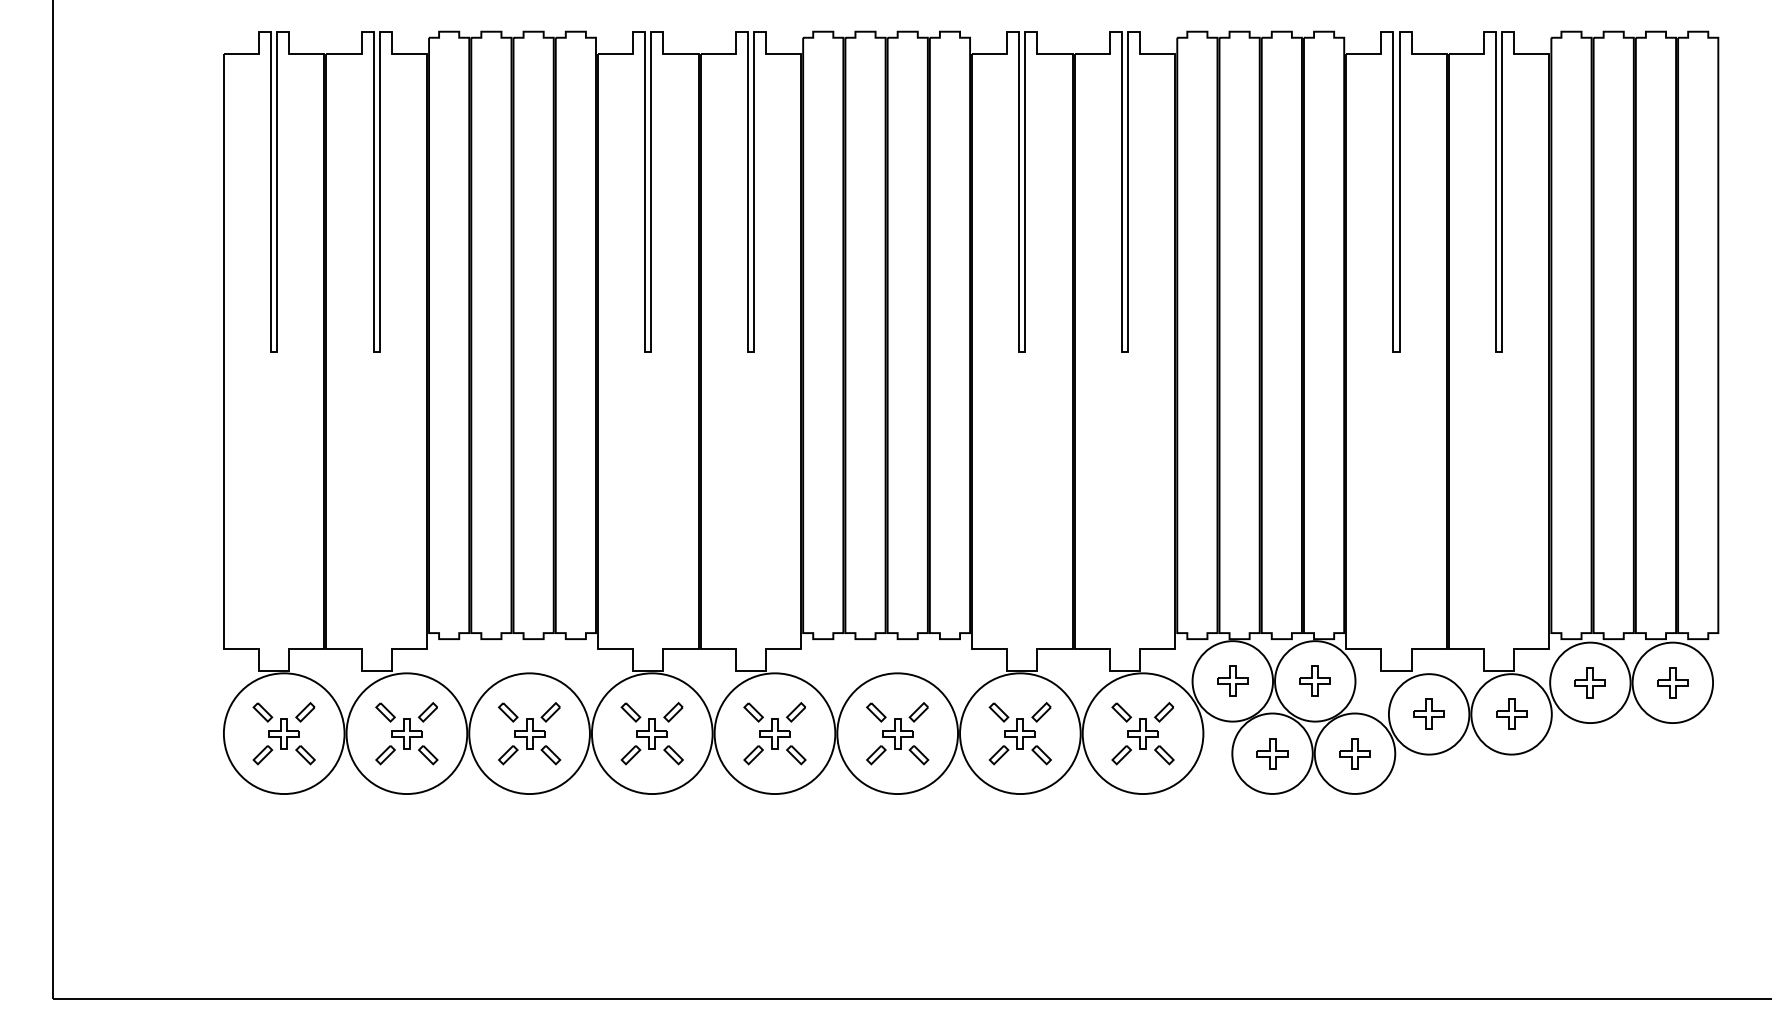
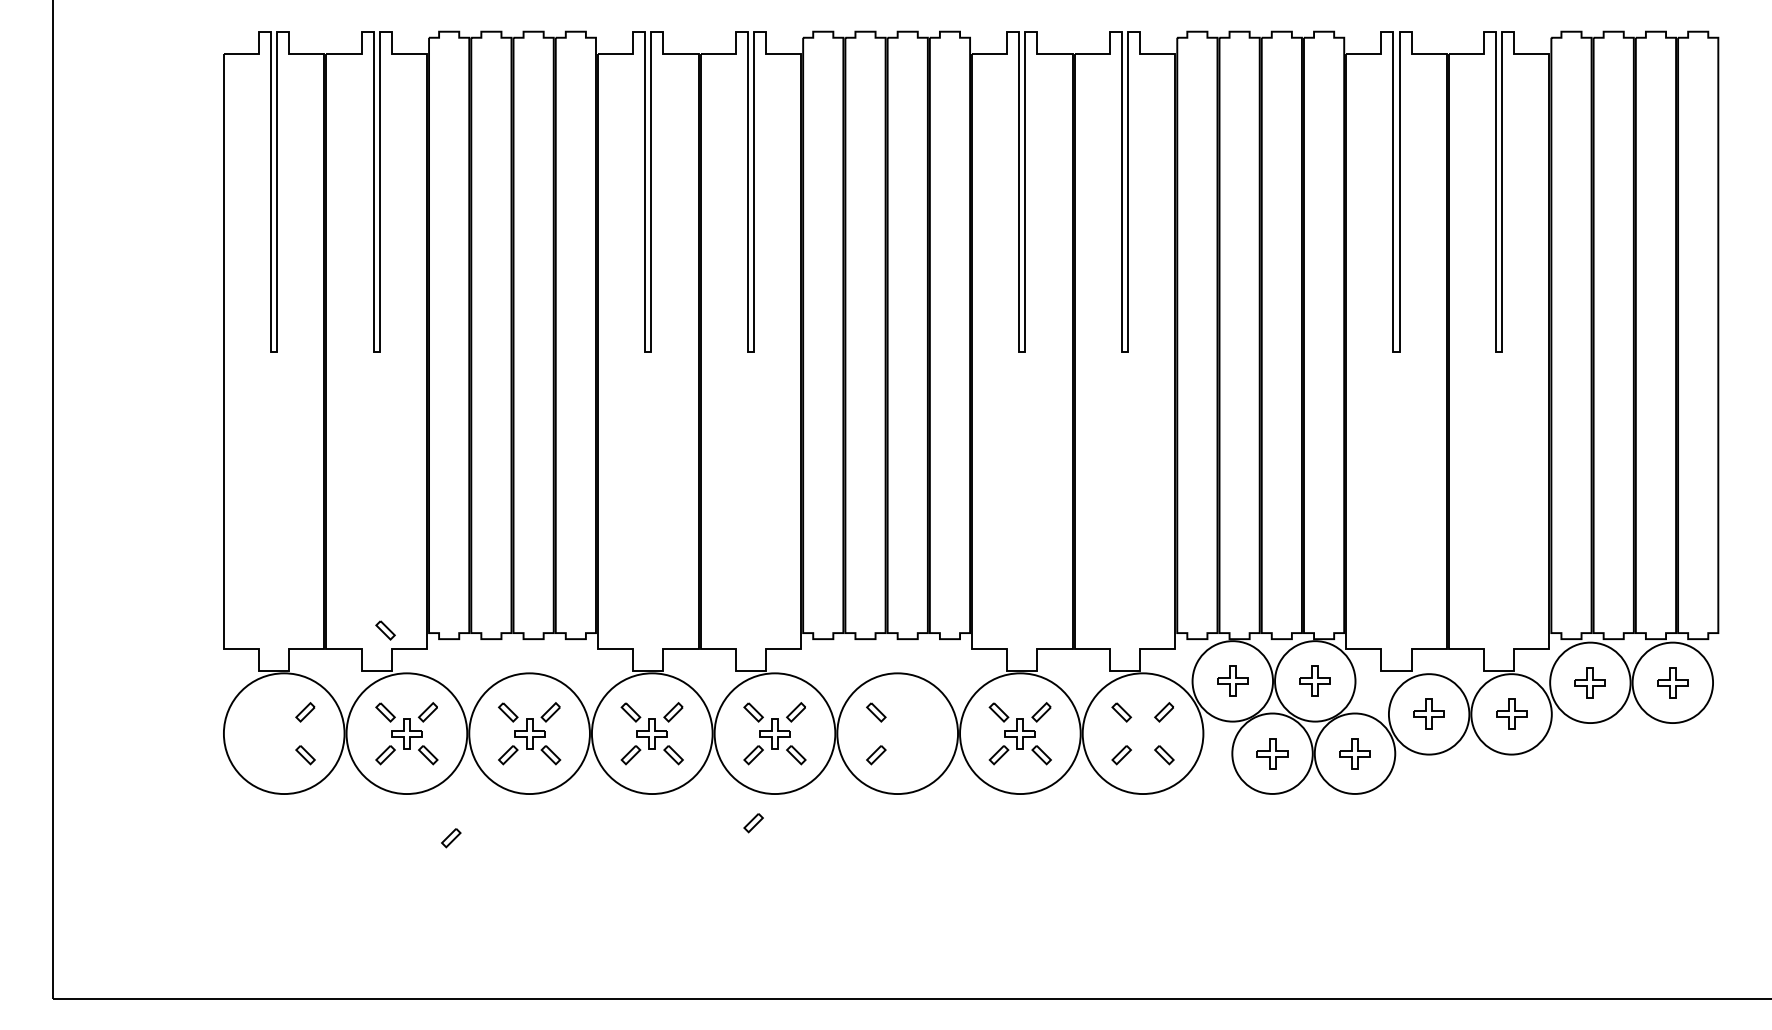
part at (385, 630): none -> present
part at (275, 733): present -> none
part at (905, 733): present -> none
part at (1142, 733): present -> none
part at (753, 823): none -> present
part at (451, 838): none -> present
